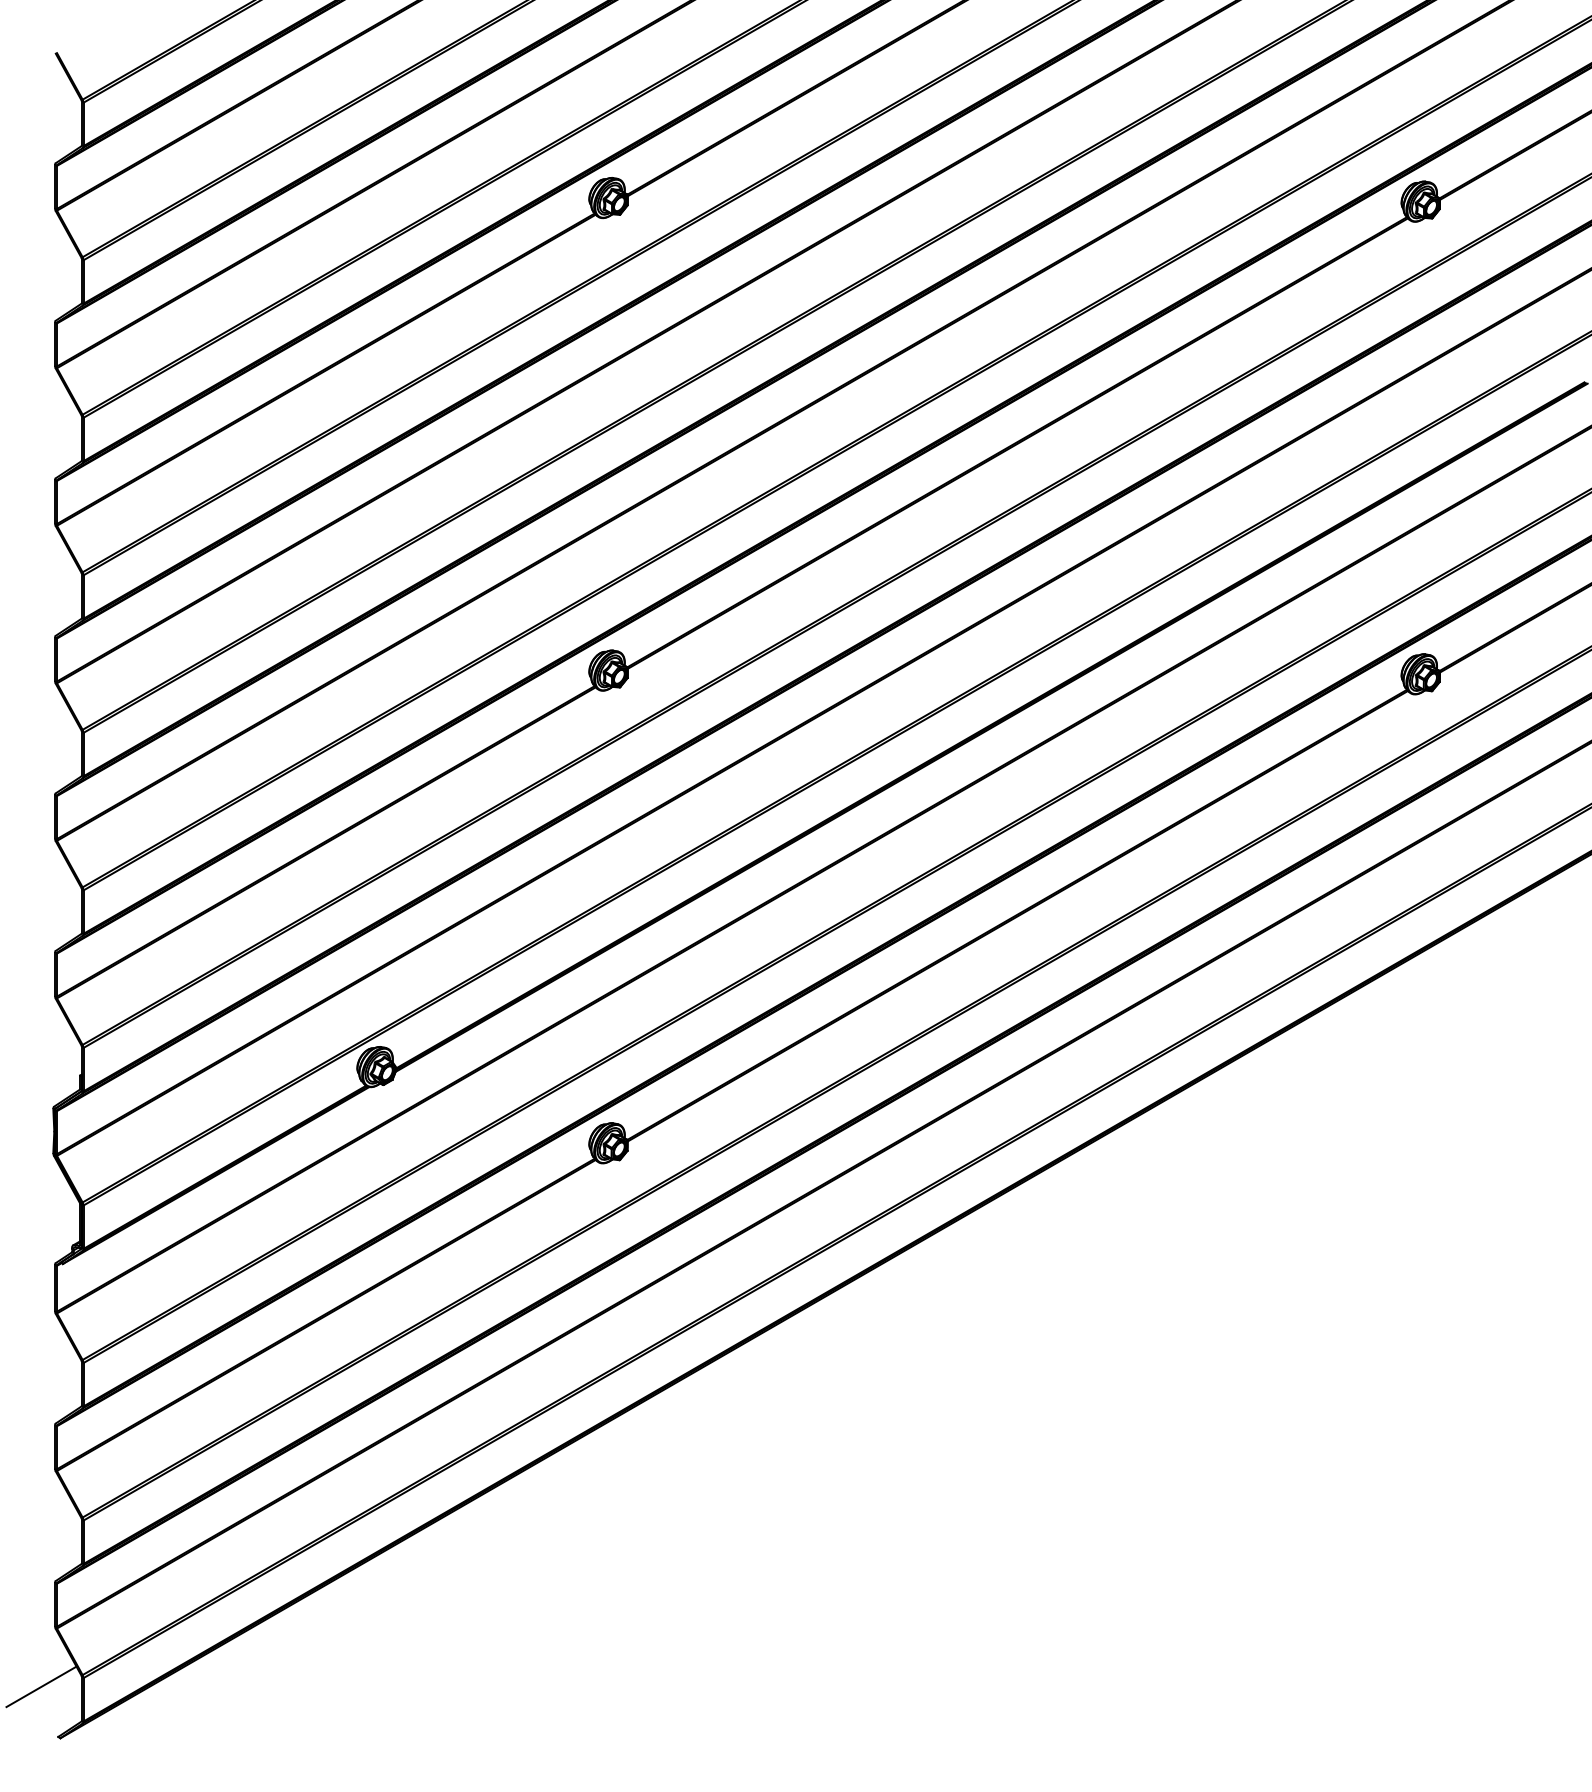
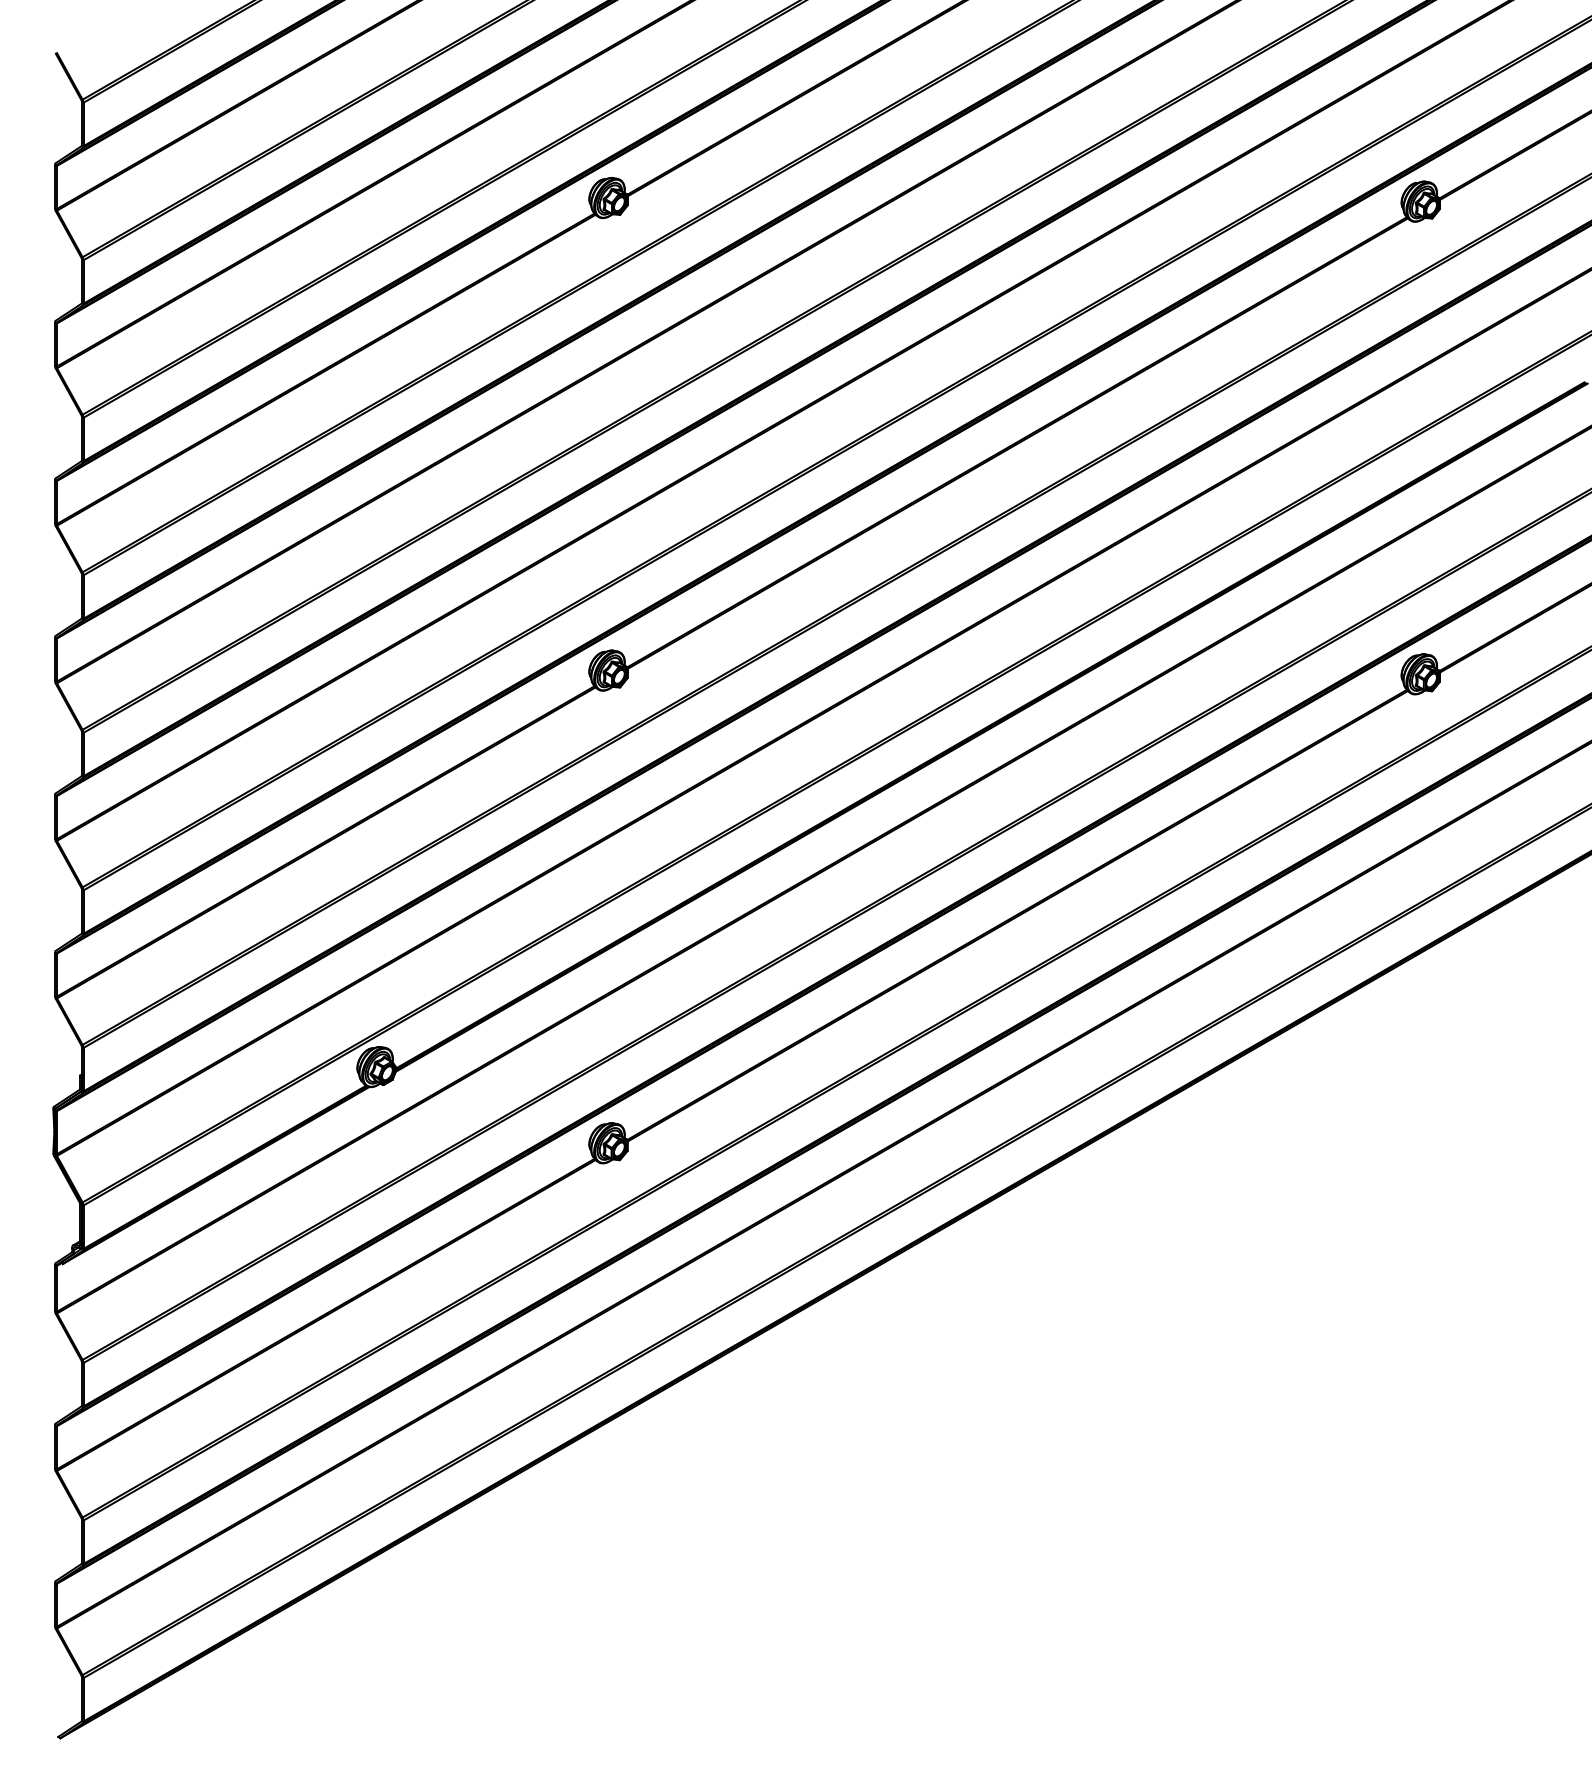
line at (41, 1686): present -> none
